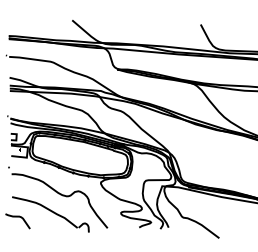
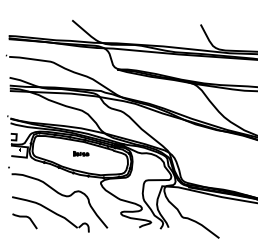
part at (81, 153): none -> present
curve at (17, 217) position: (17, 217) -> (24, 217)
